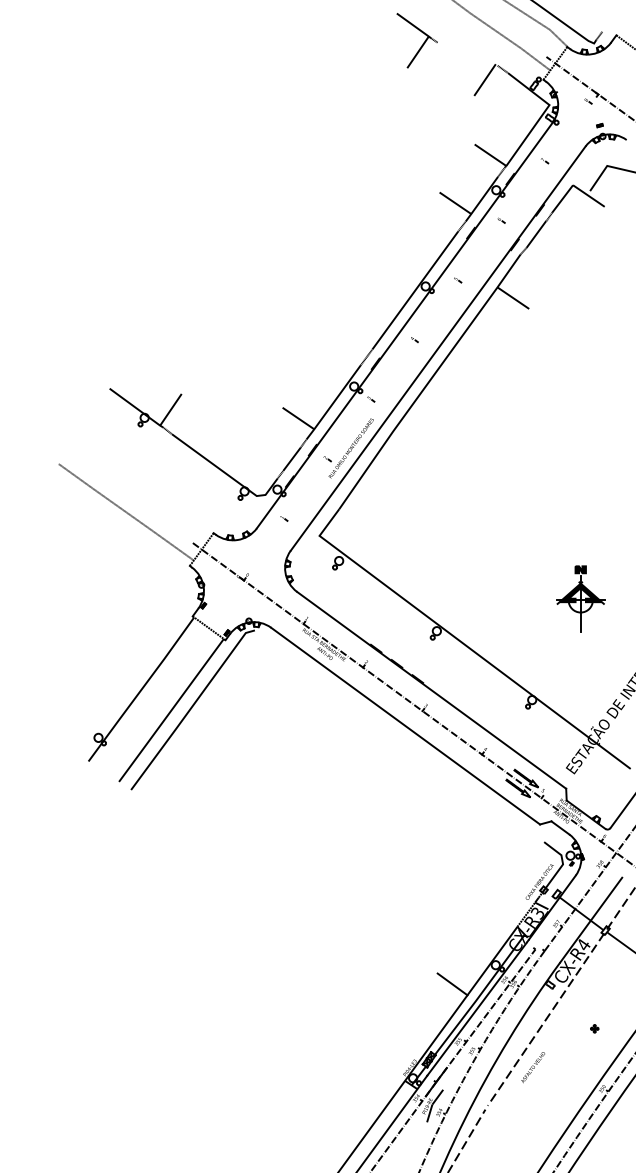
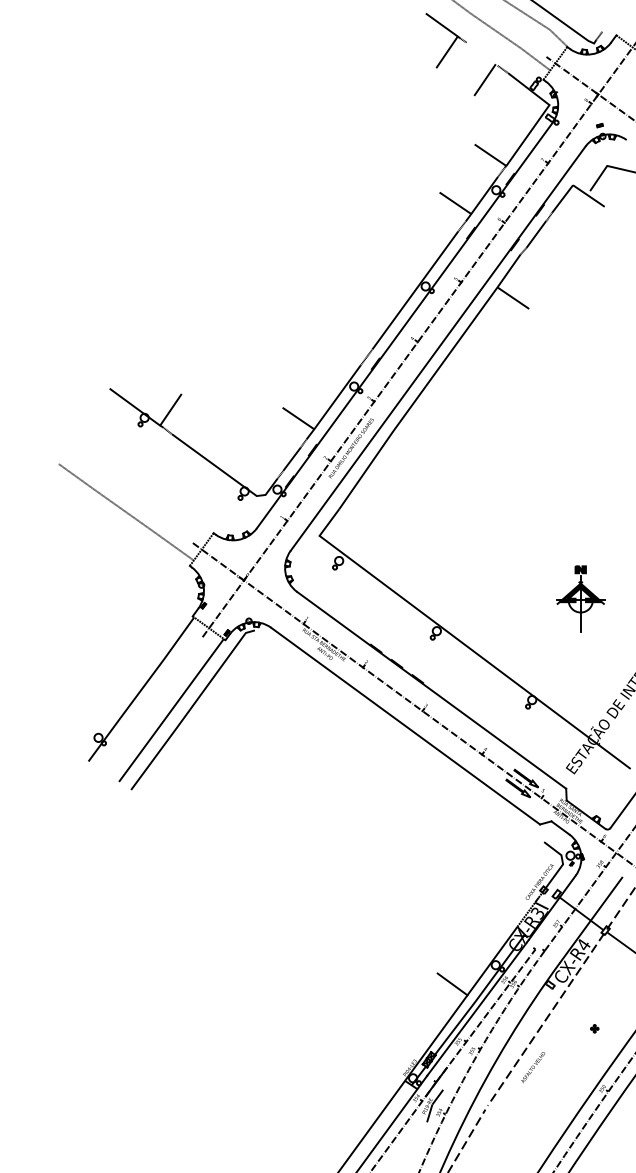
part at (422, 43) position: (422, 43) -> (451, 43)
line at (417, 342): none -> present
